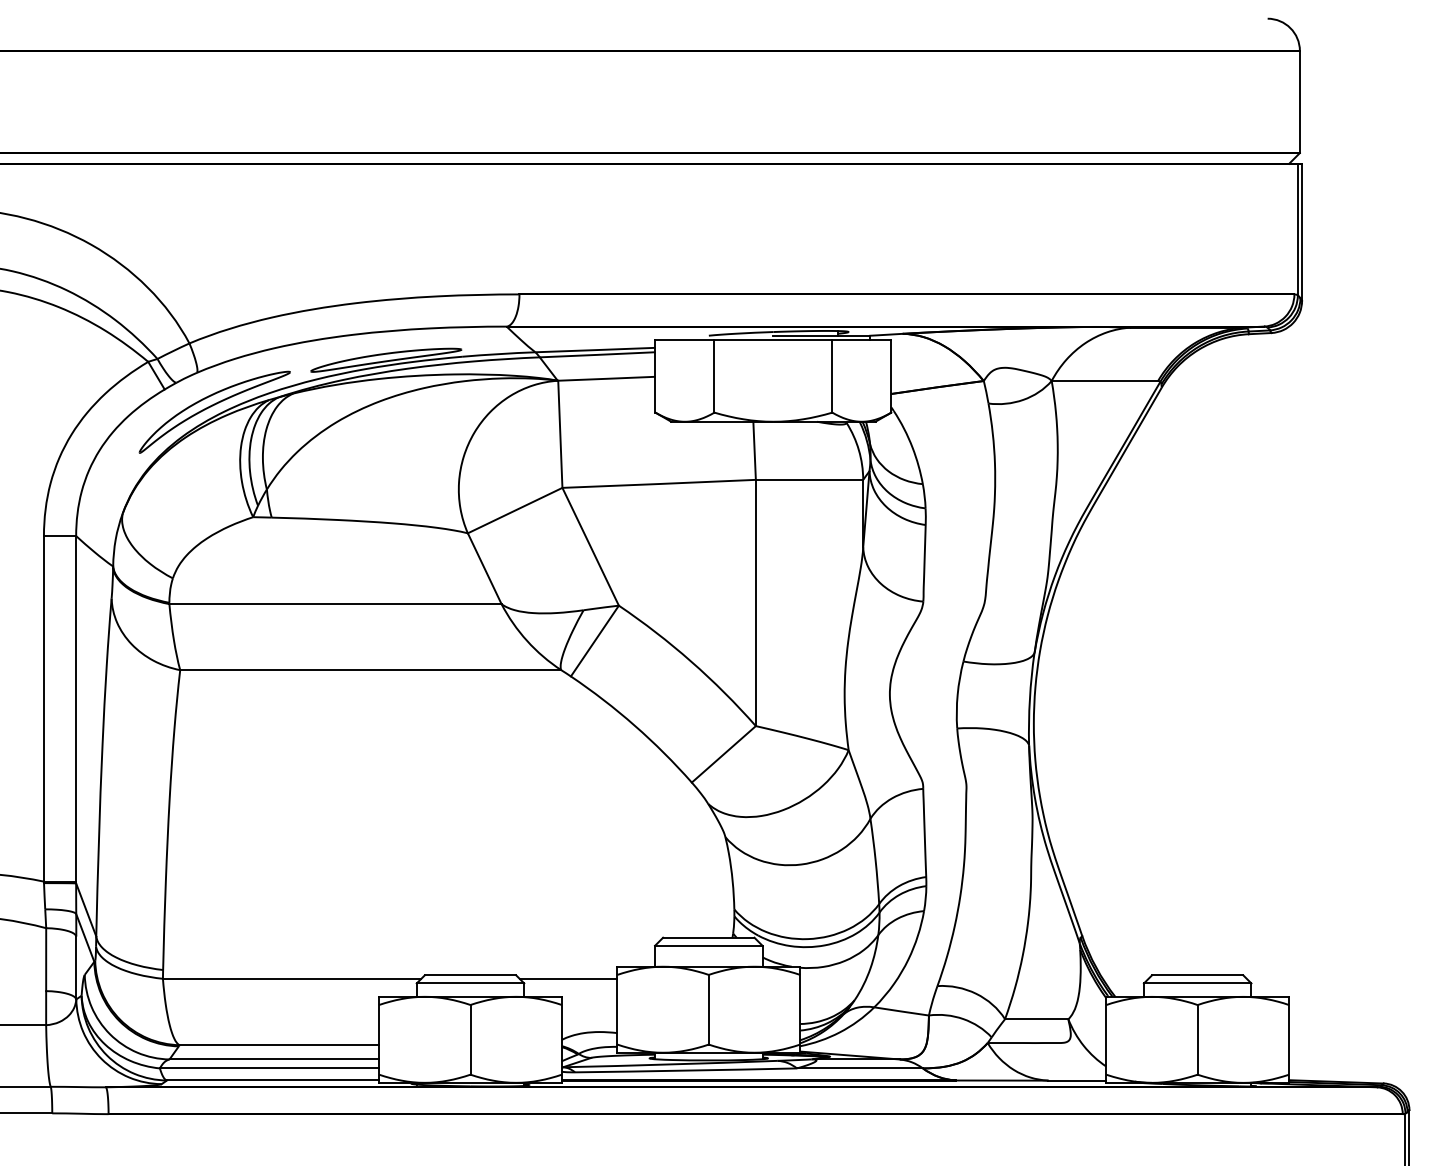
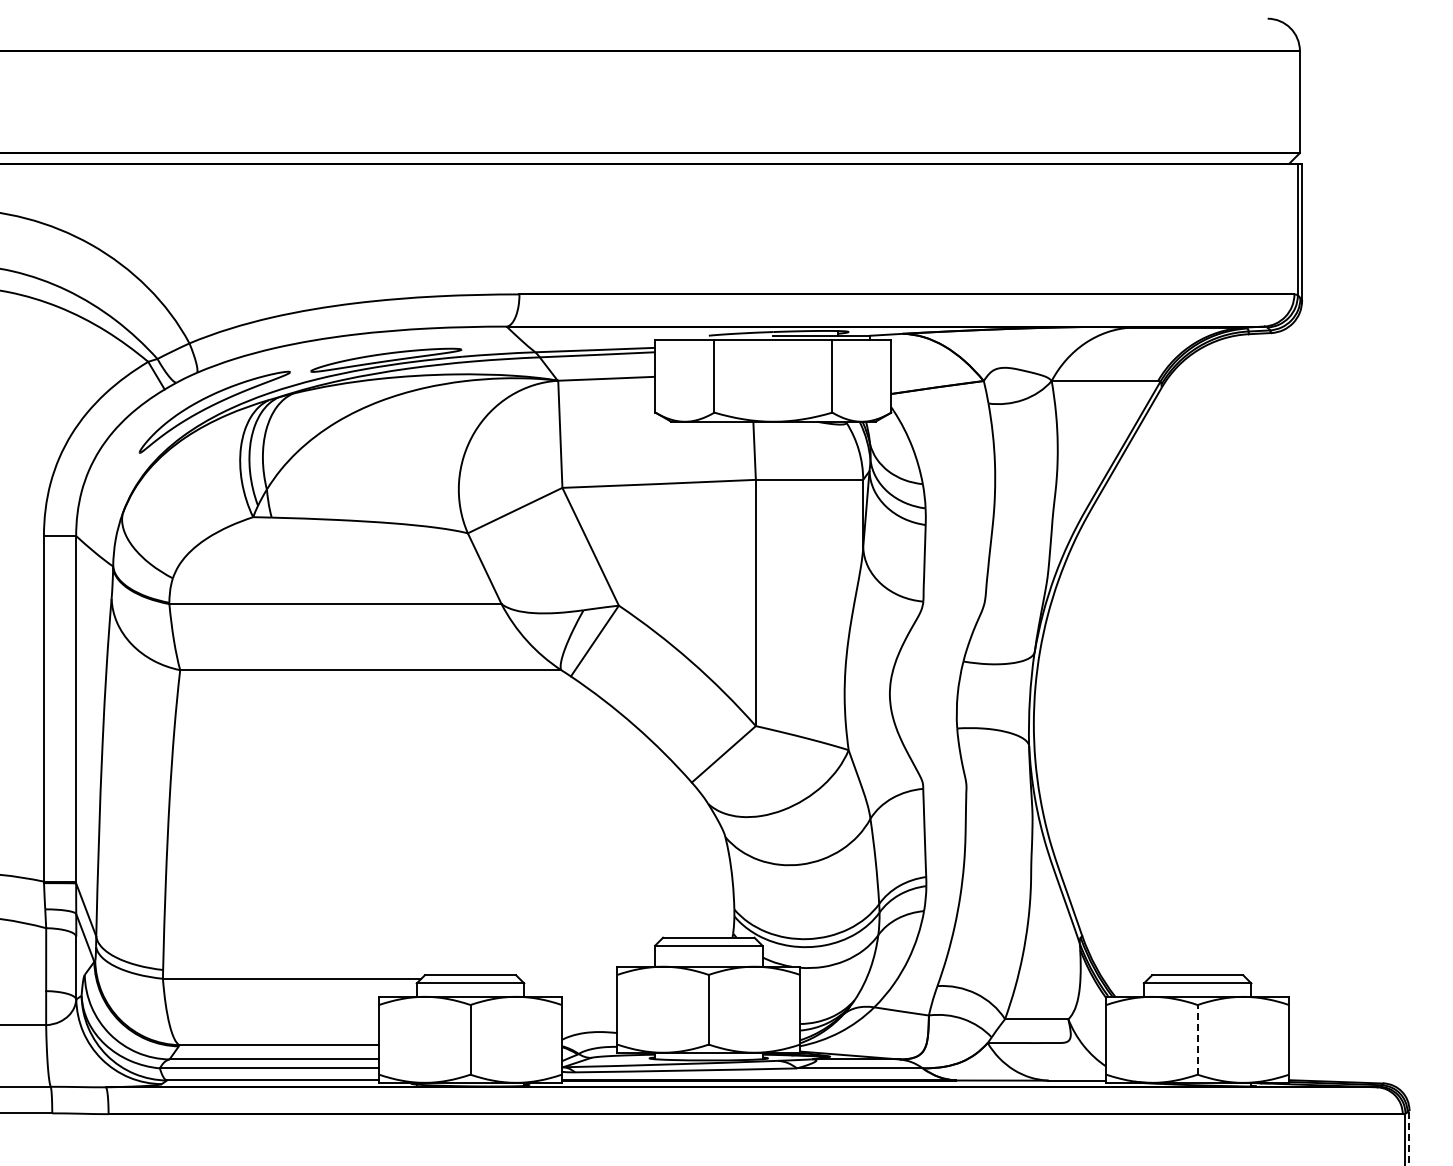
line at (568, 978): present -> none
line at (1197, 1039): solid -> dashed
line at (1409, 1138): solid -> dashed
